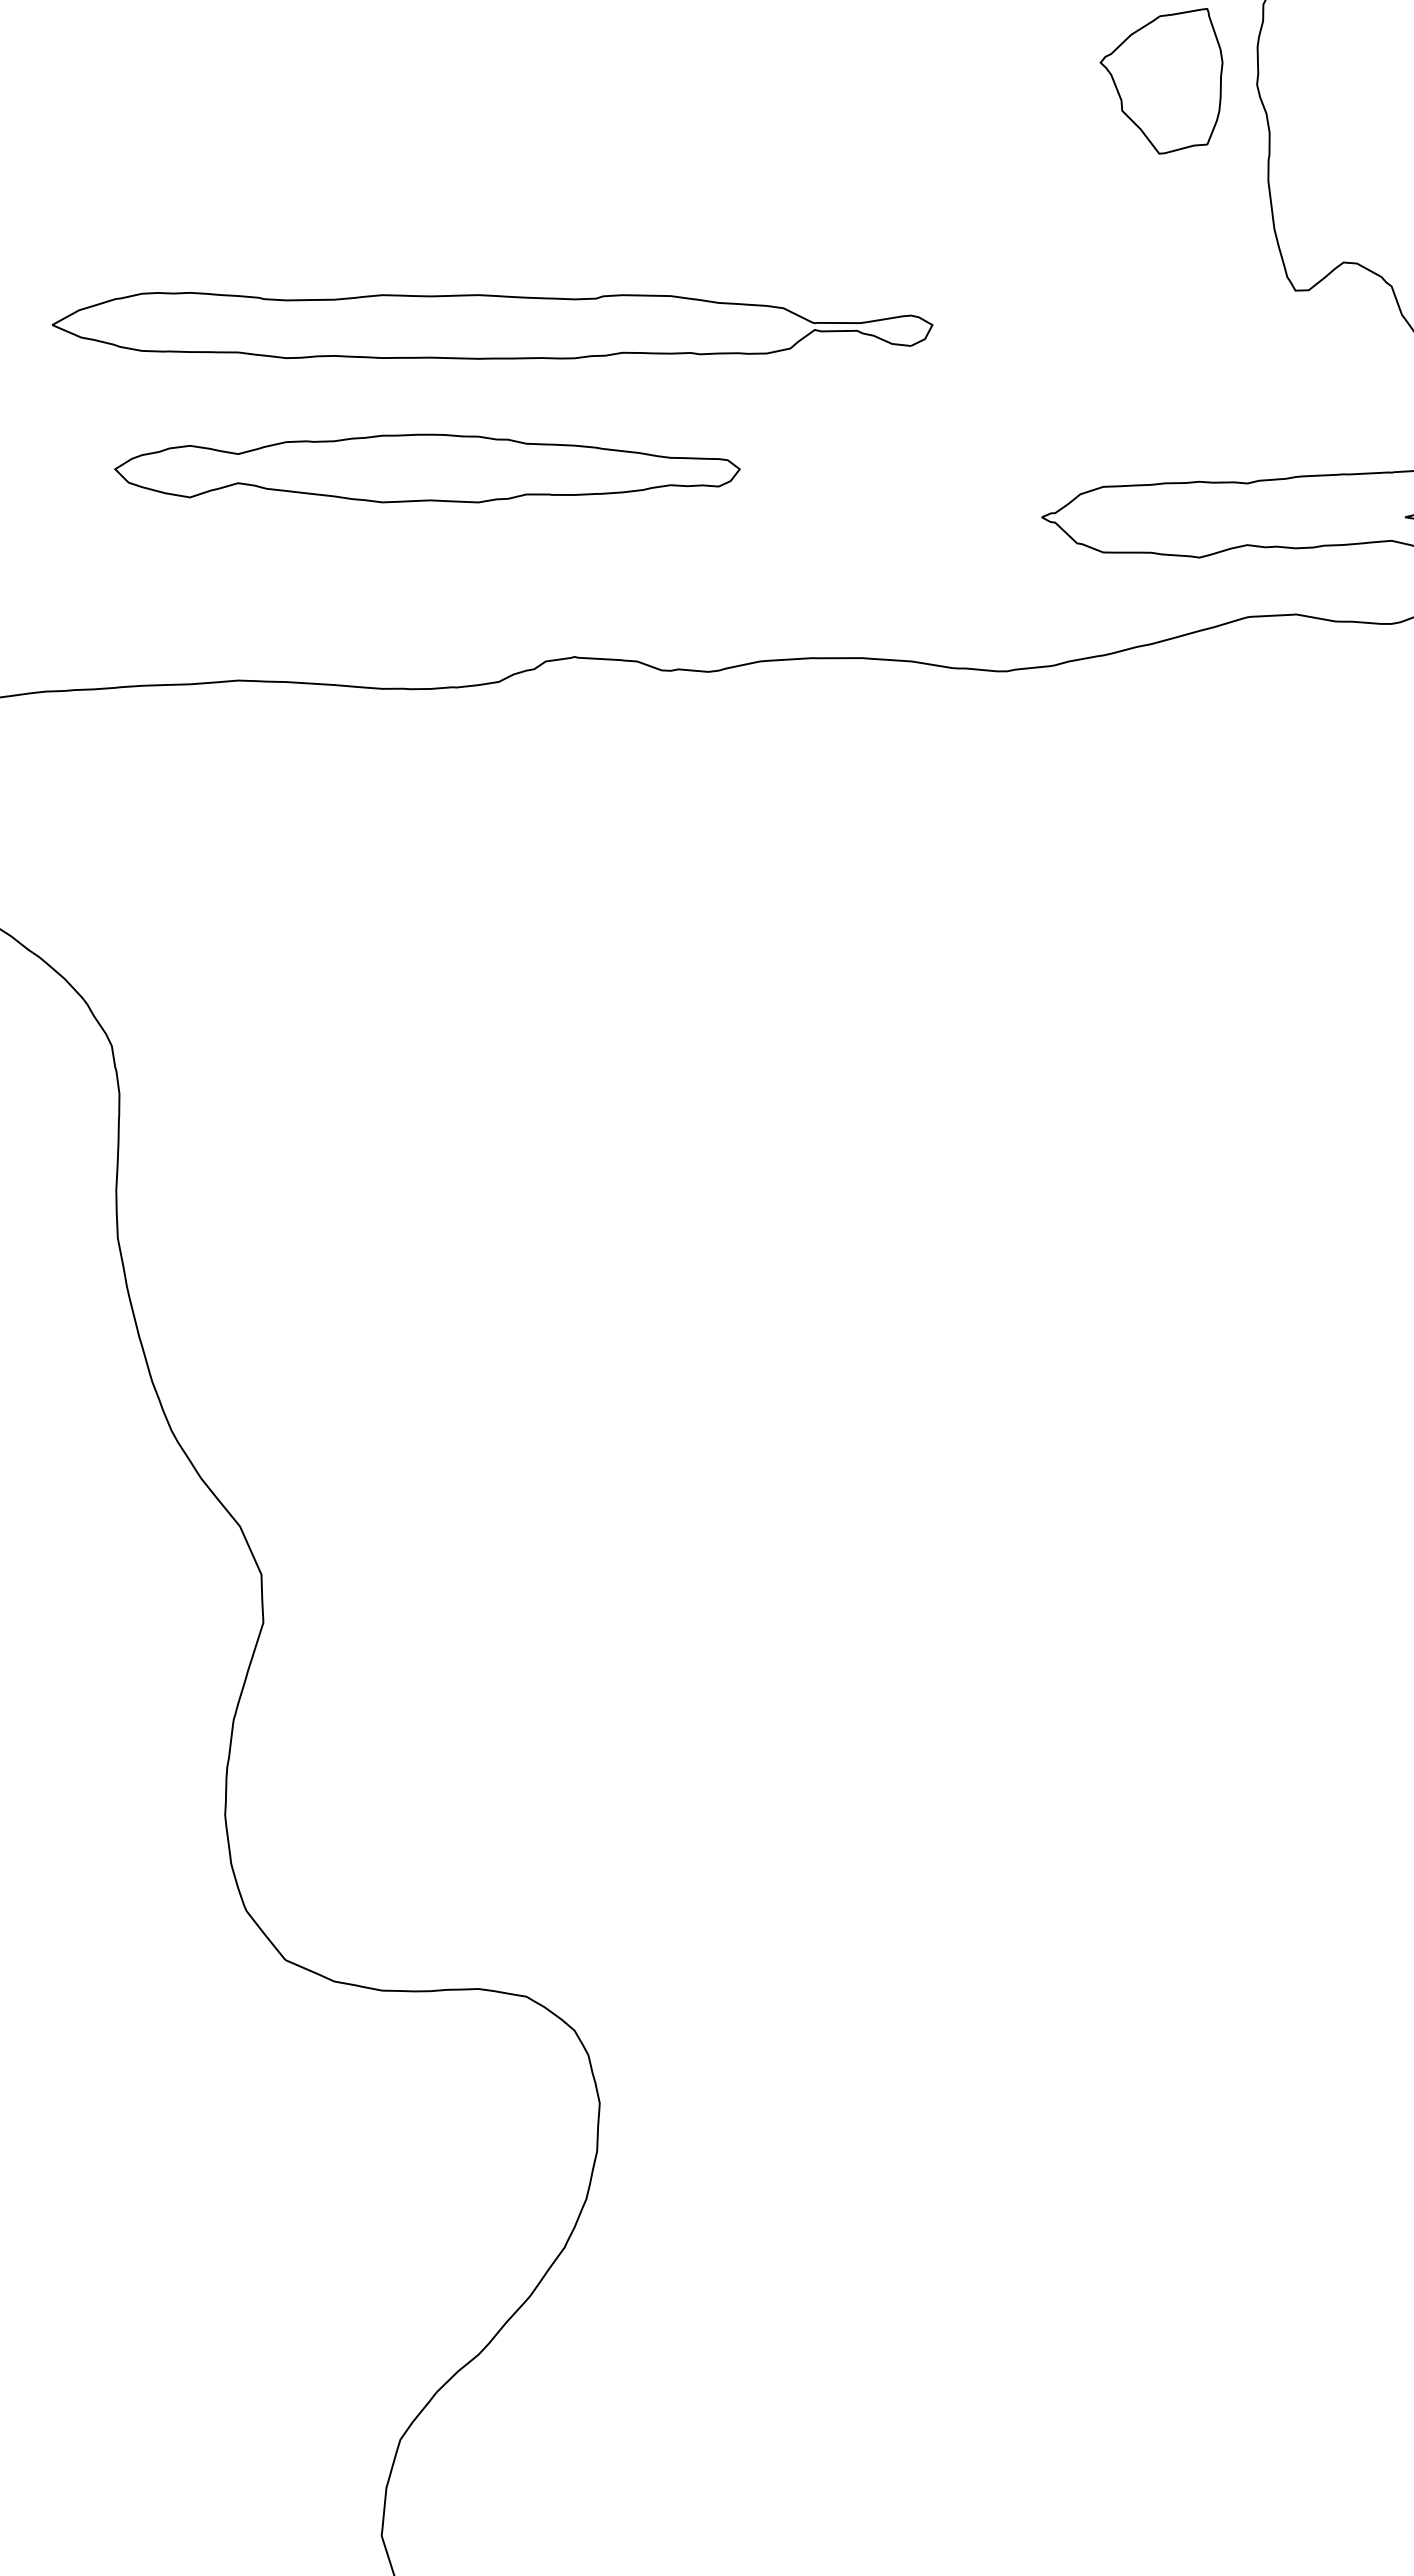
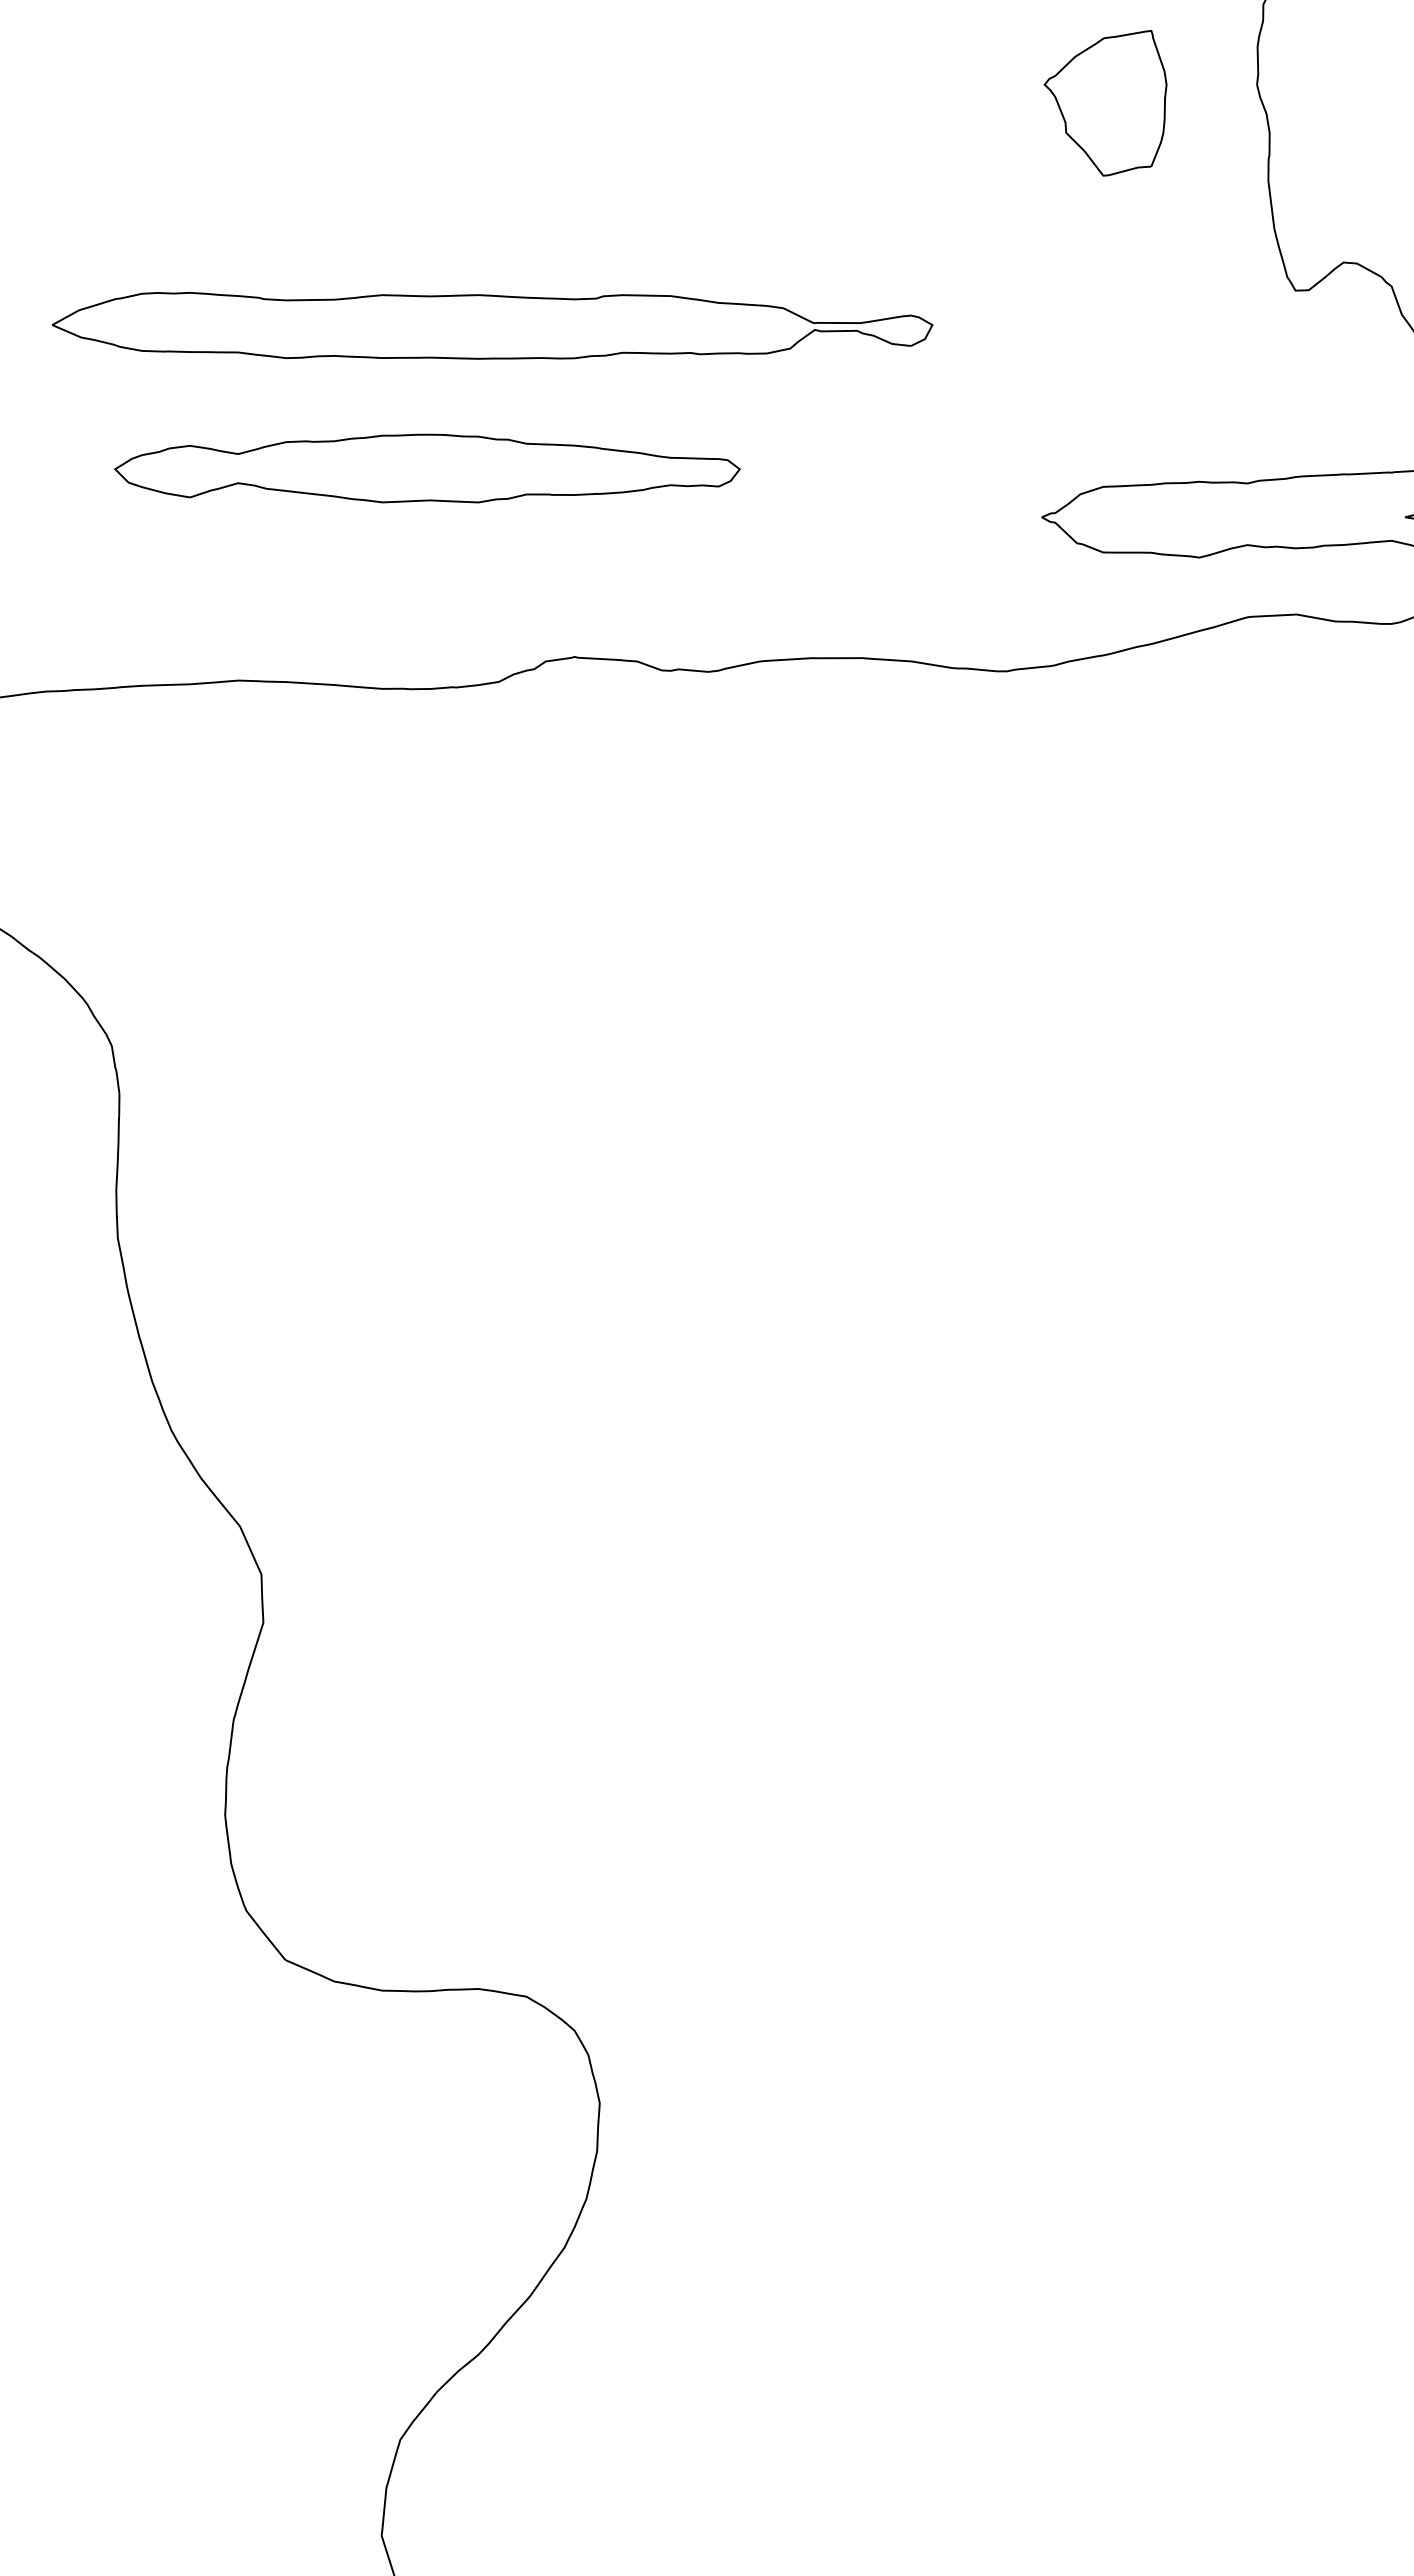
part at (1161, 81) position: (1161, 81) -> (1105, 103)
